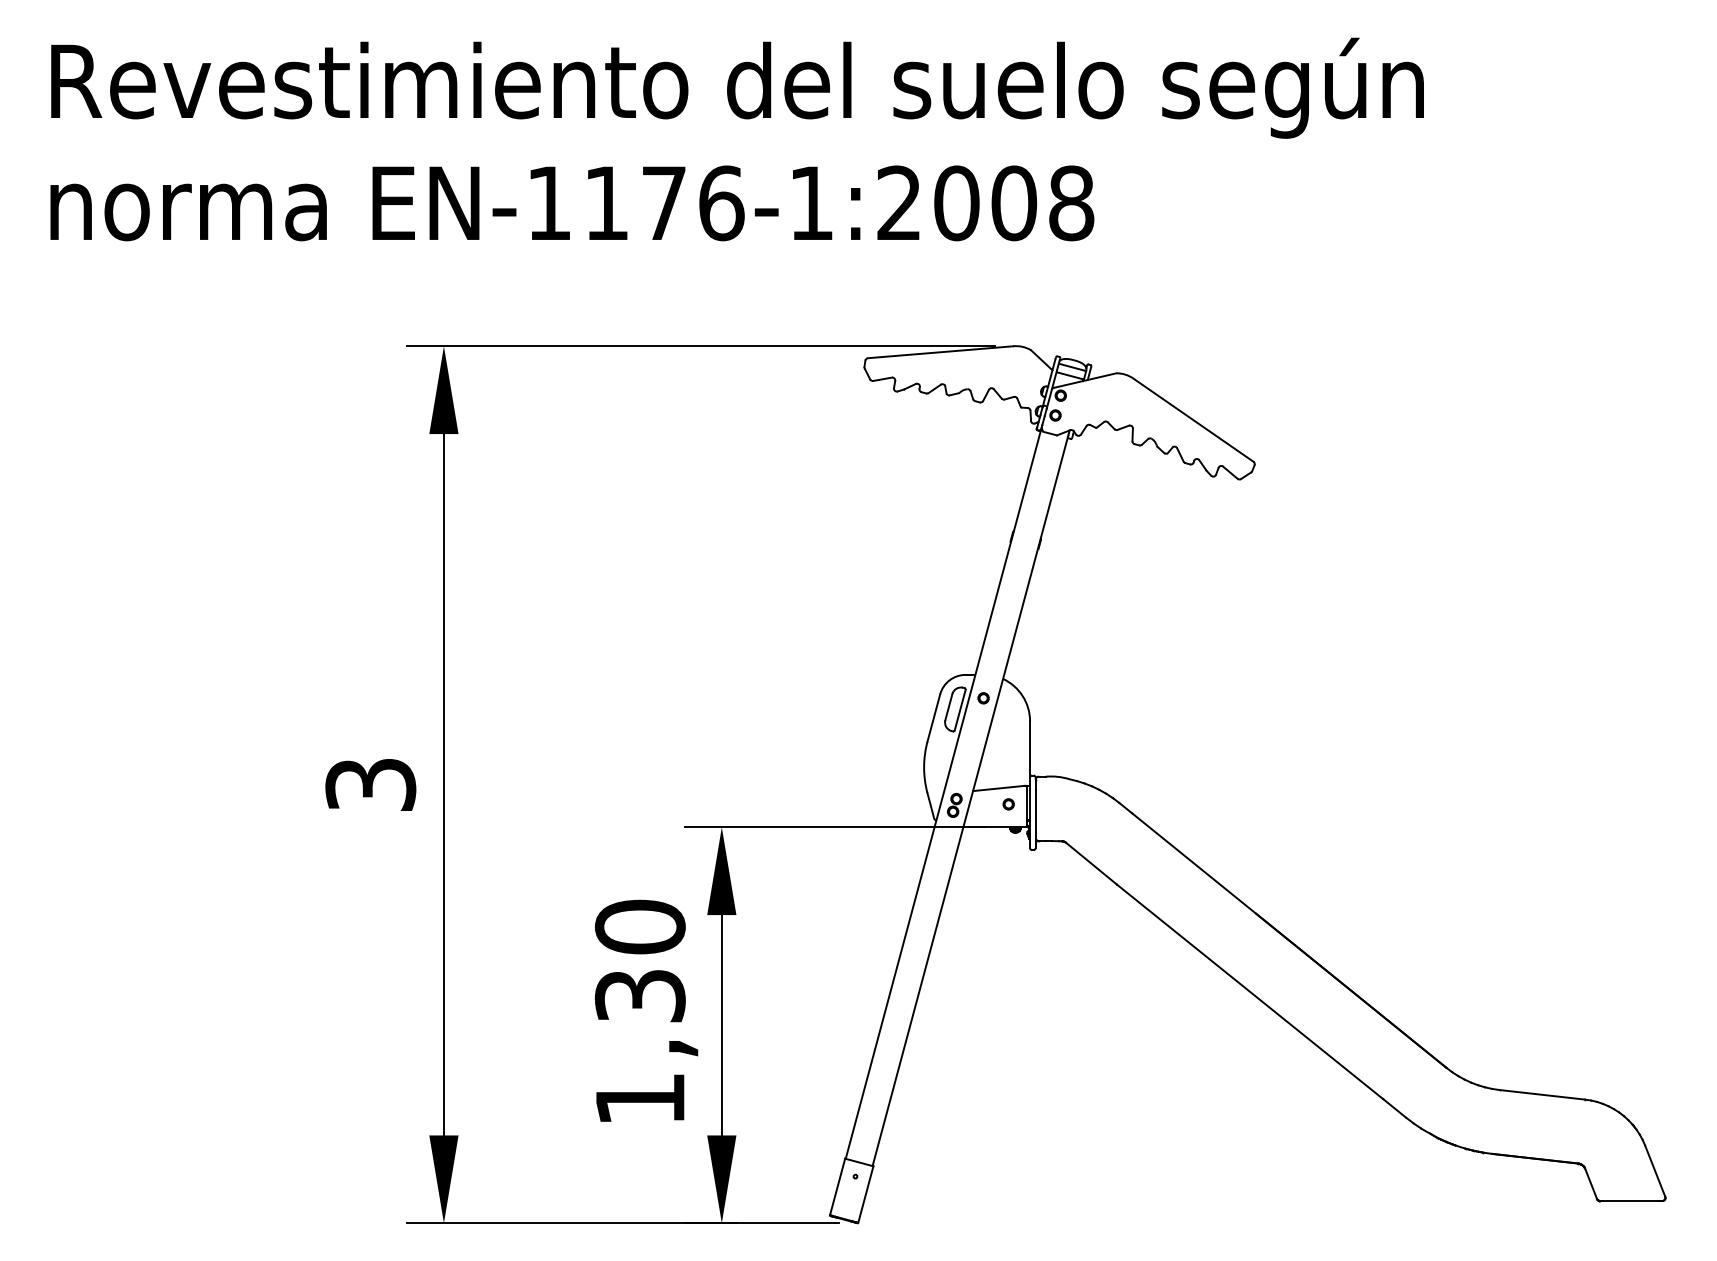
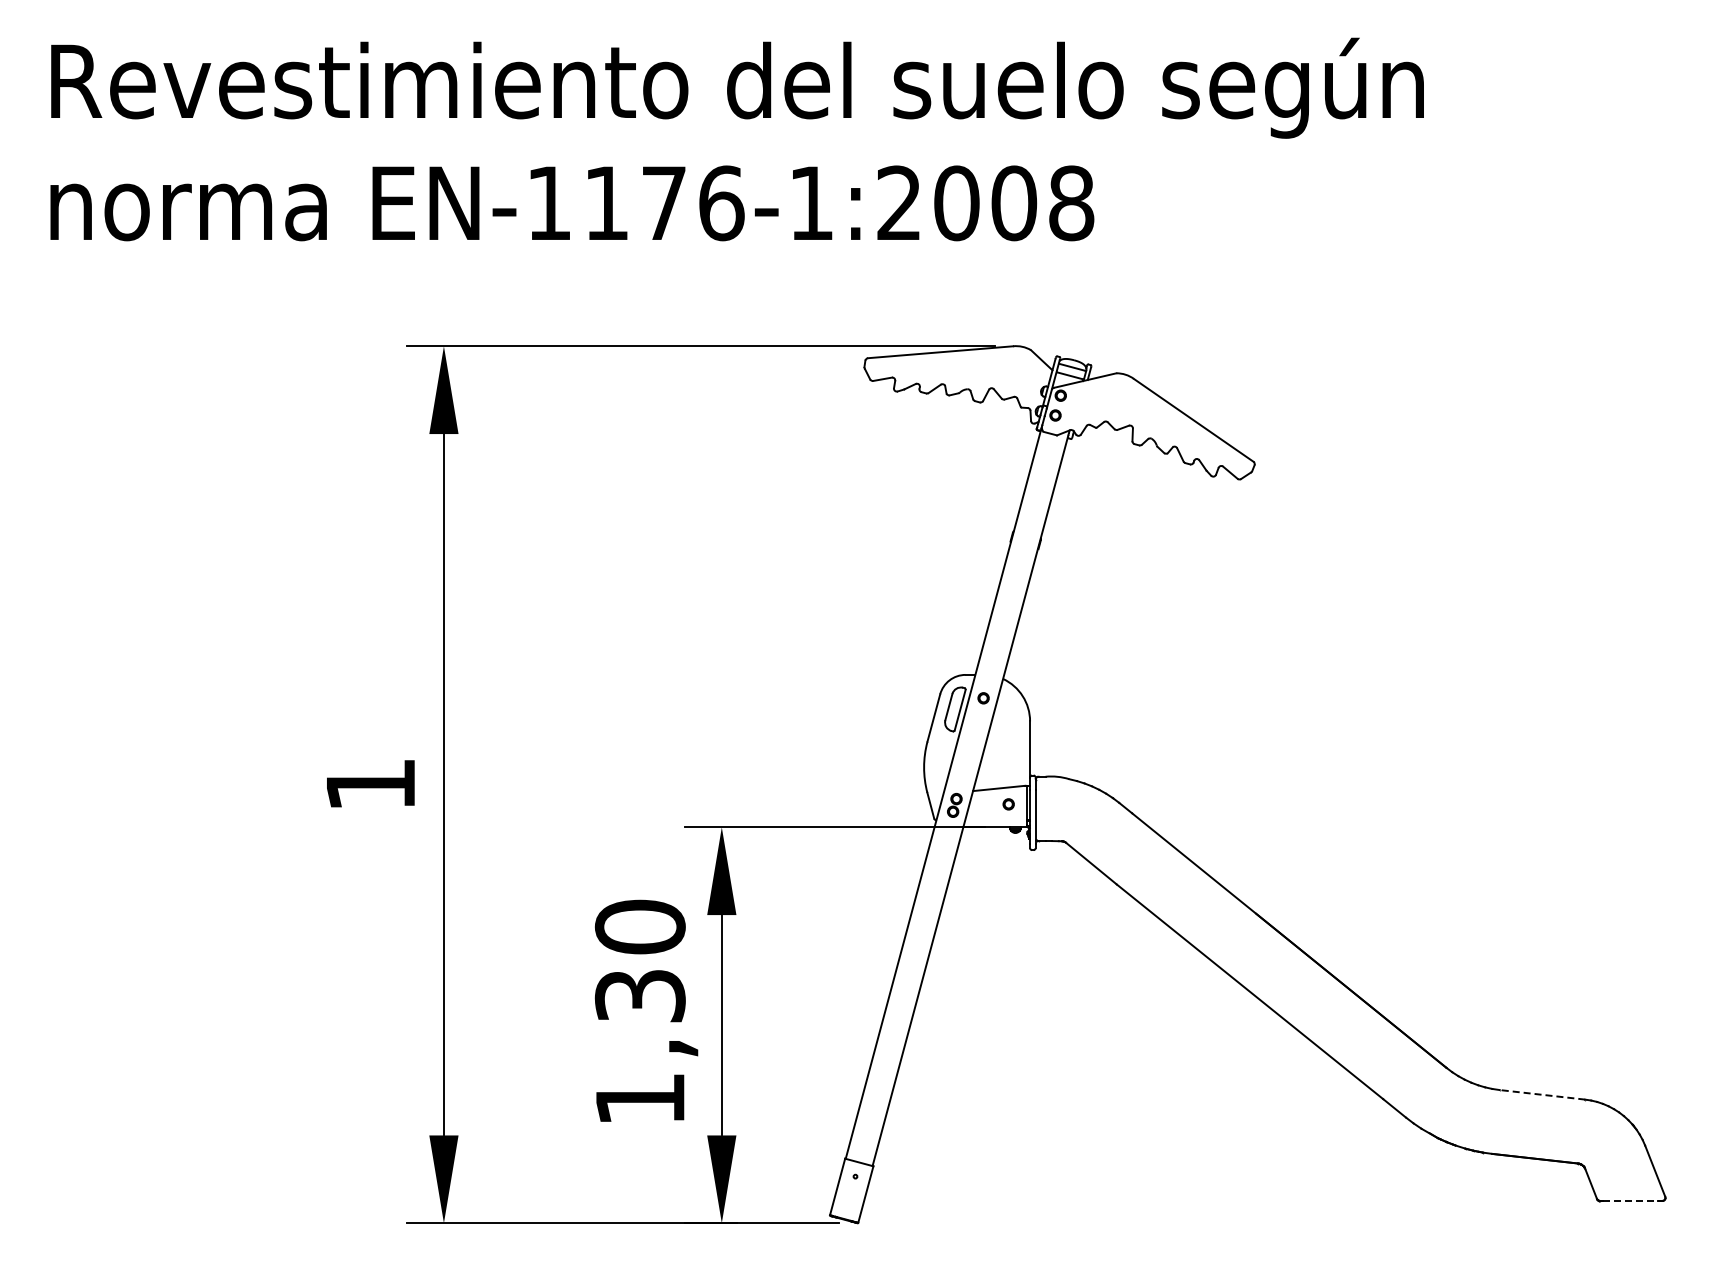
text at (370, 784): 3 -> 1
line at (1541, 1094): solid -> dashed
line at (1630, 1200): solid -> dashed
